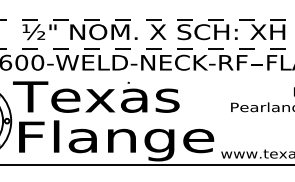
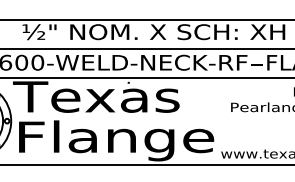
line at (147, 19): dashed -> solid
line at (147, 48): dashed -> solid
line at (146, 77): none -> present
